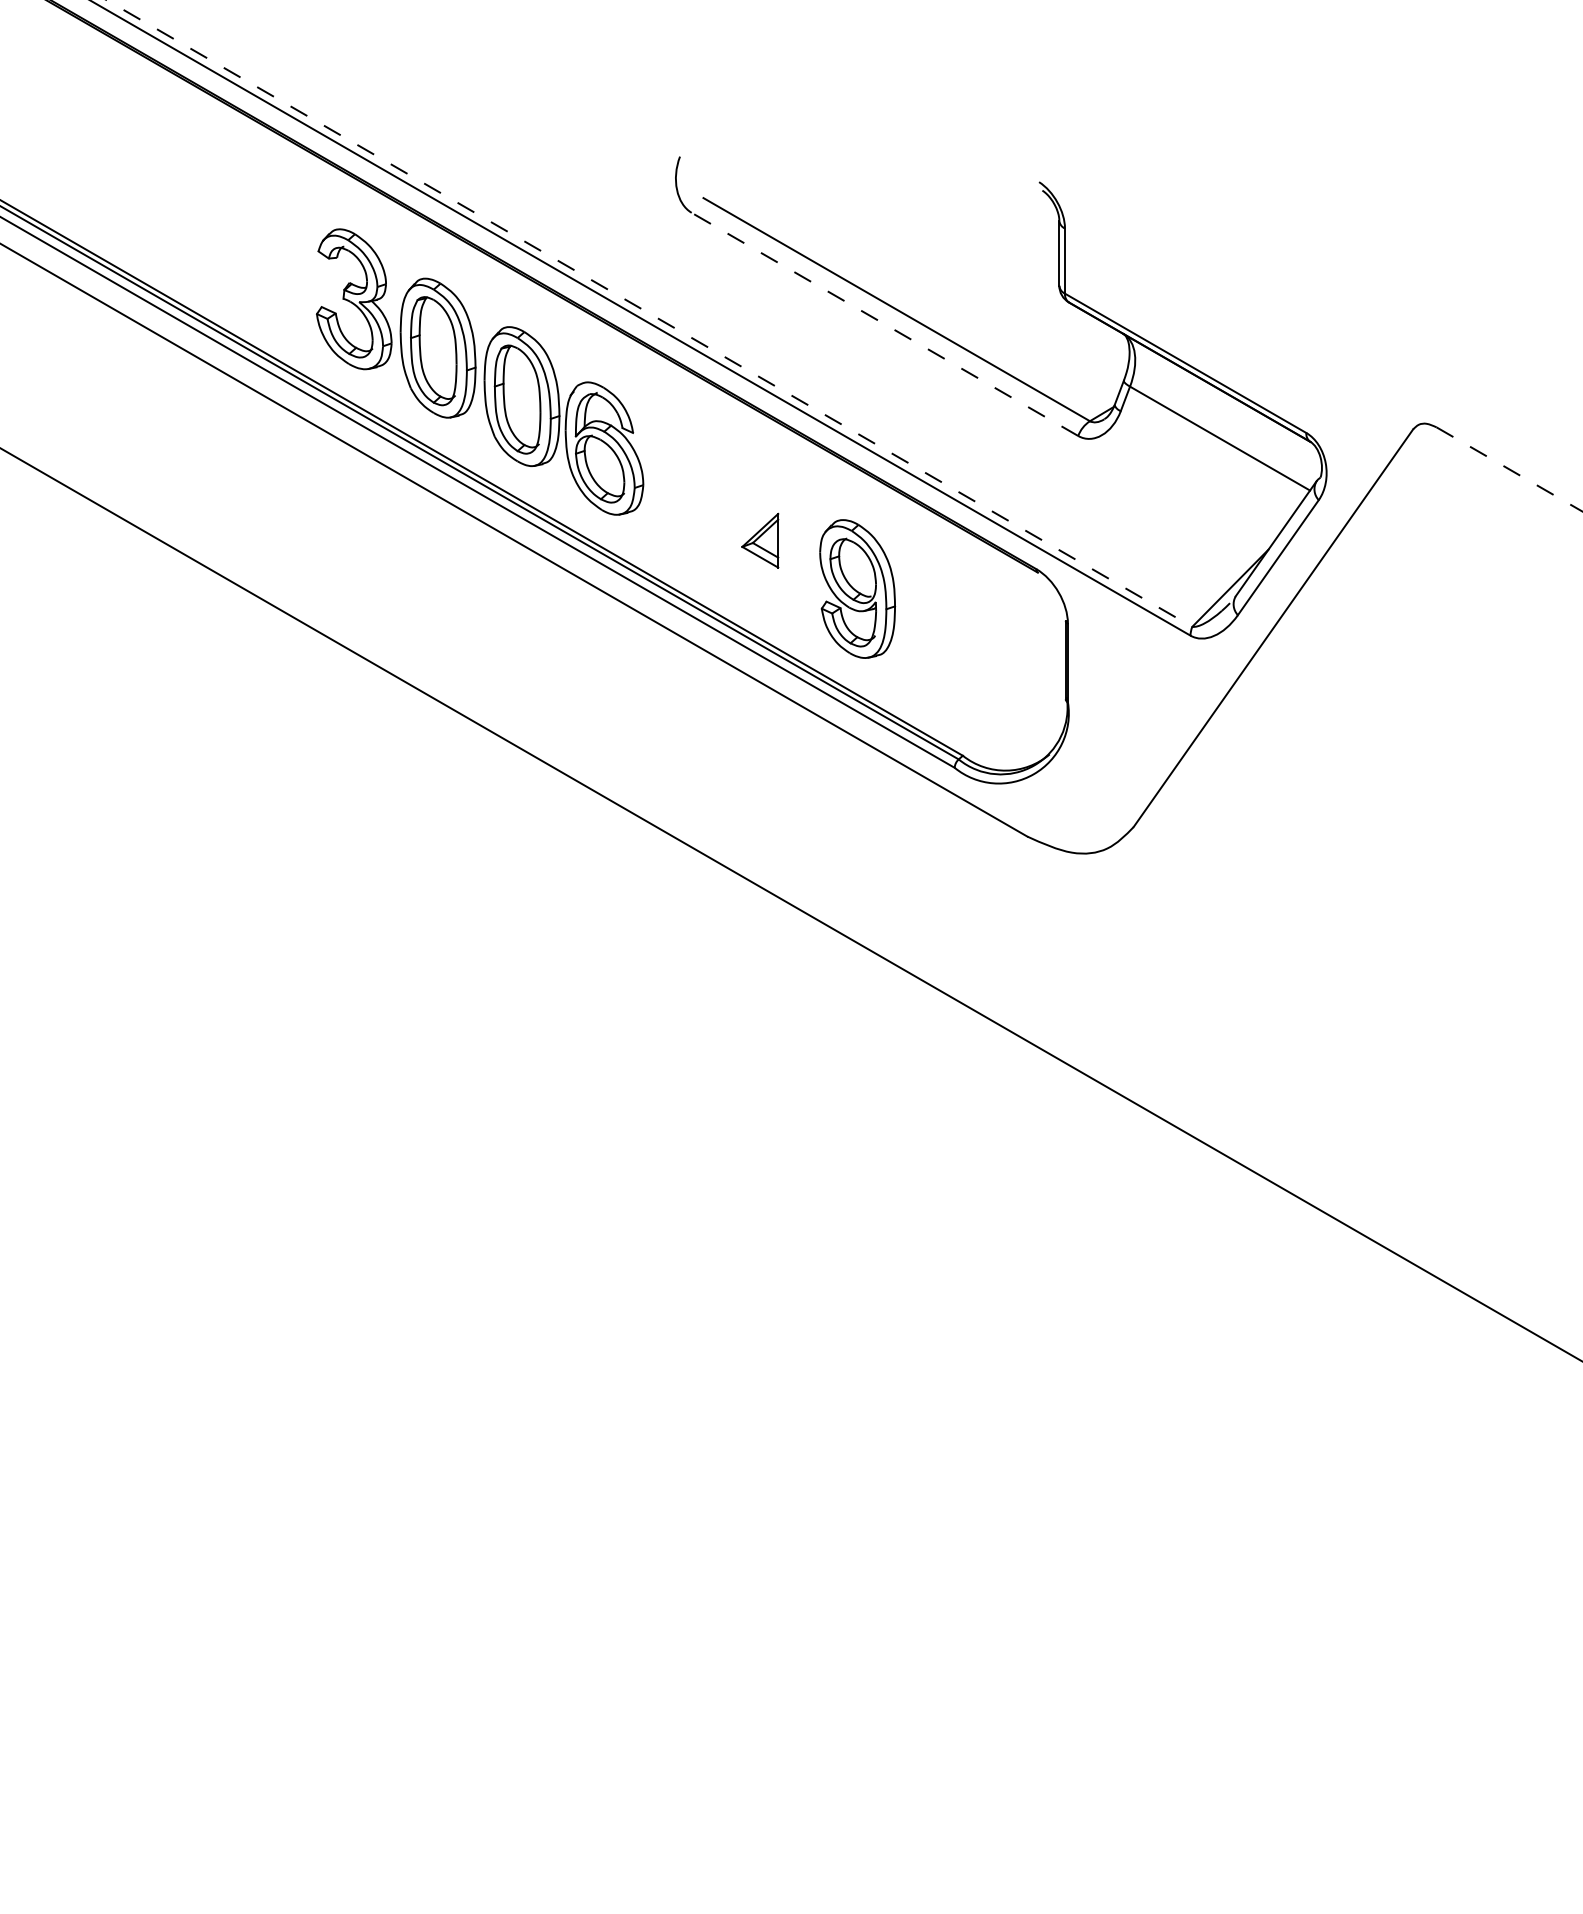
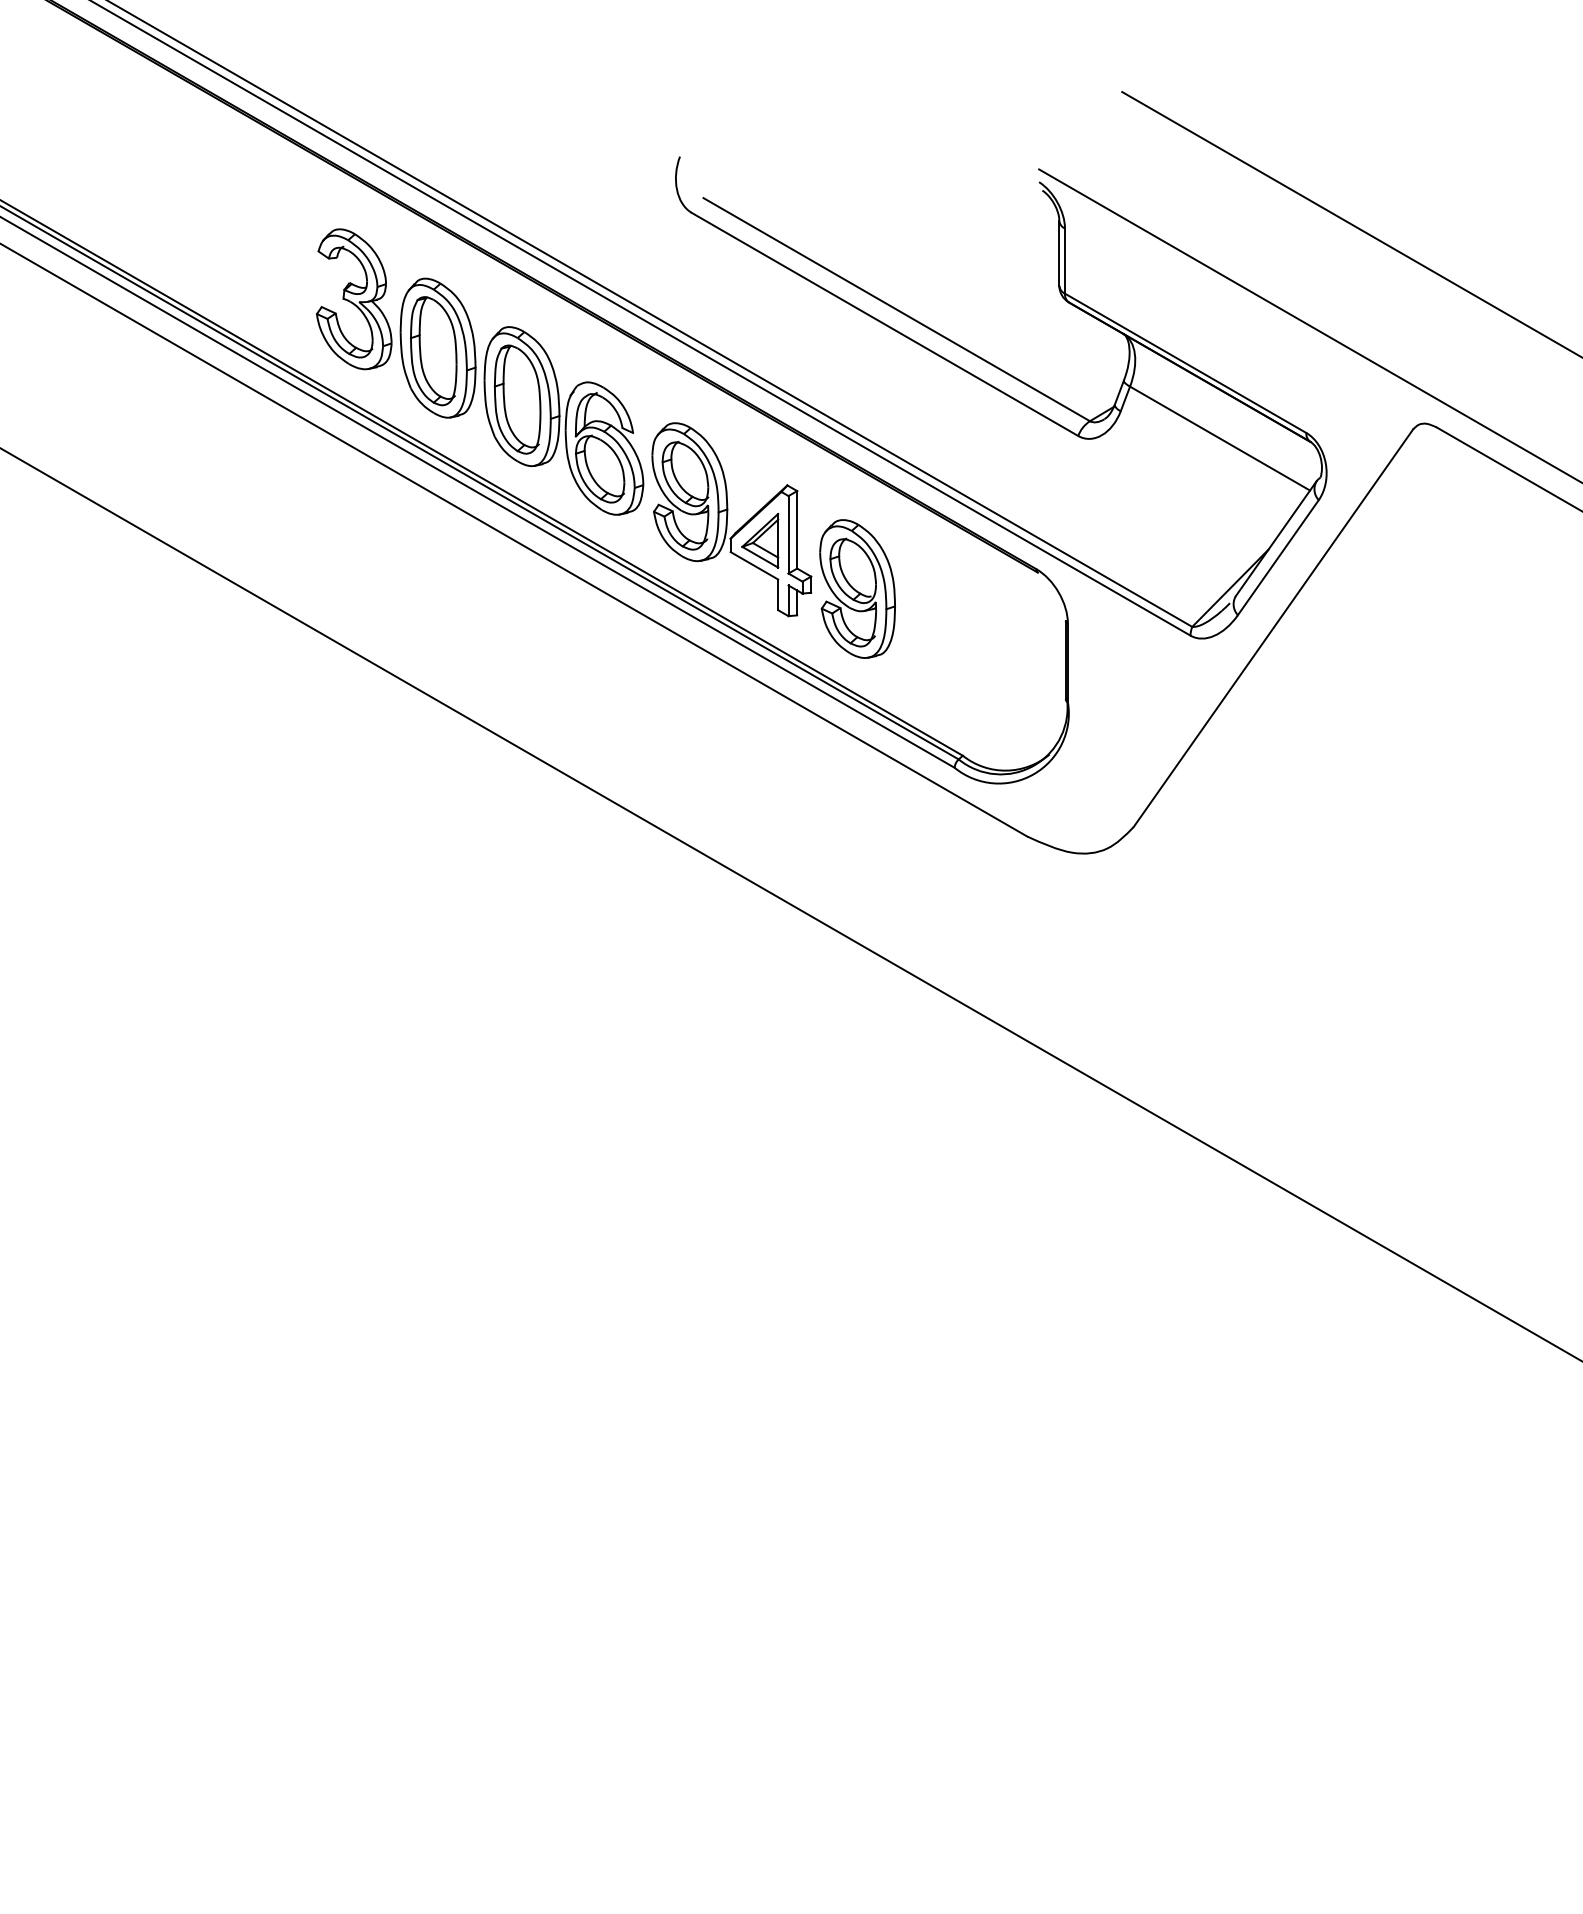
line at (1350, 224): none -> present
line at (649, 313): dashed -> solid
line at (884, 324): dashed -> solid
line at (1309, 325): none -> present
line at (1509, 469): dashed -> solid
part at (731, 519): none -> present
